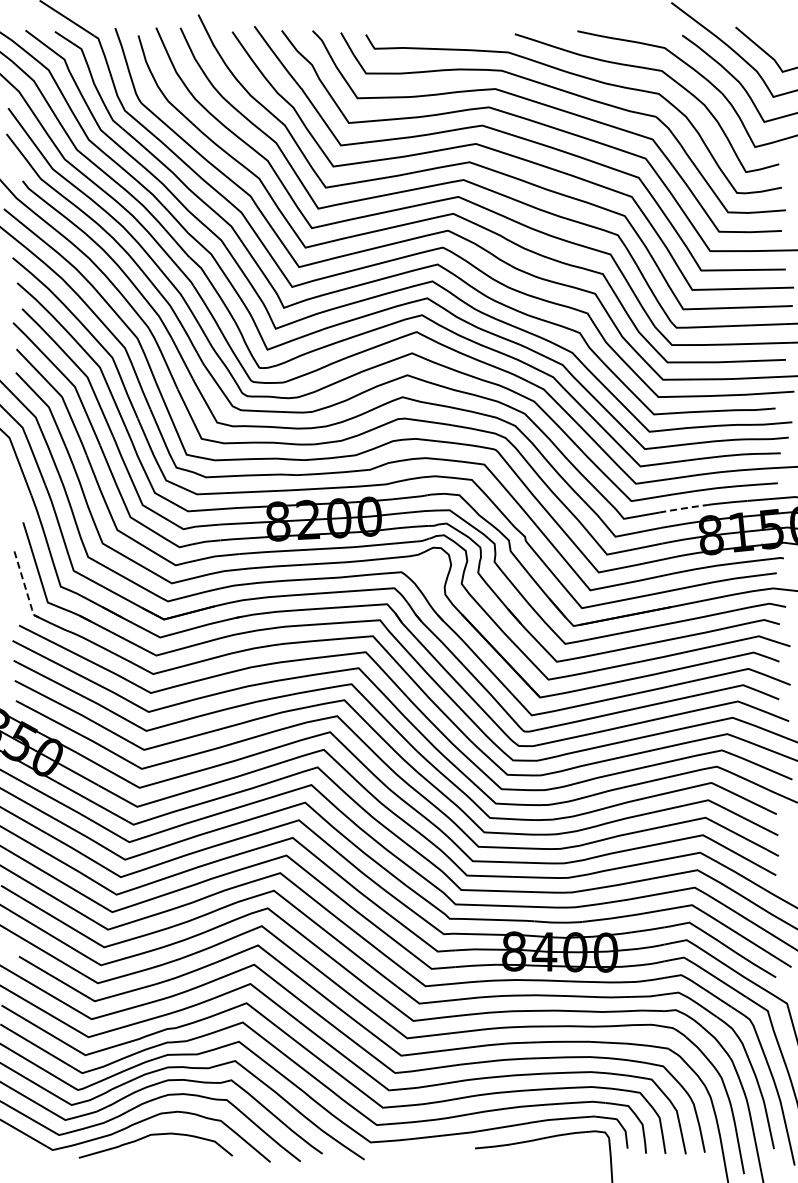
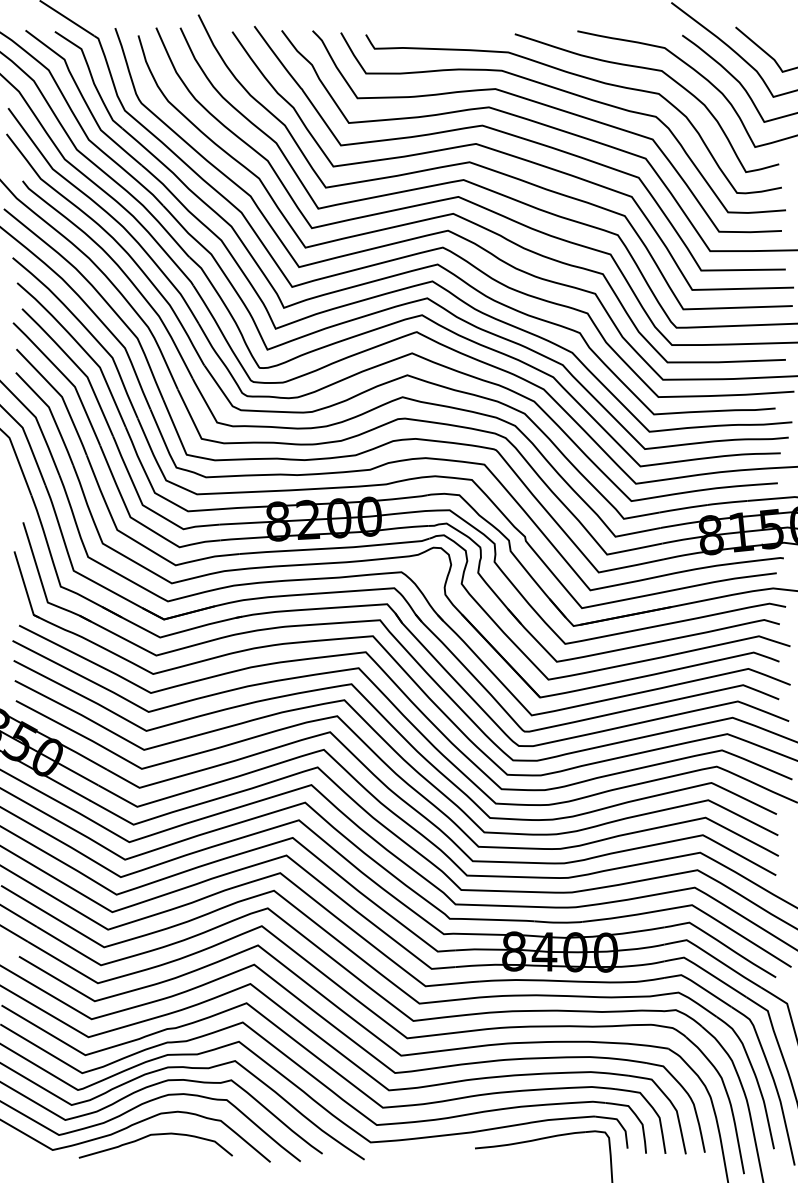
line at (683, 508): dashed -> solid
line at (25, 587): dashed -> solid
